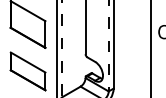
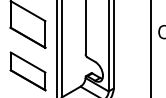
line at (108, 46): dashed -> solid
line at (61, 48): dashed -> solid
